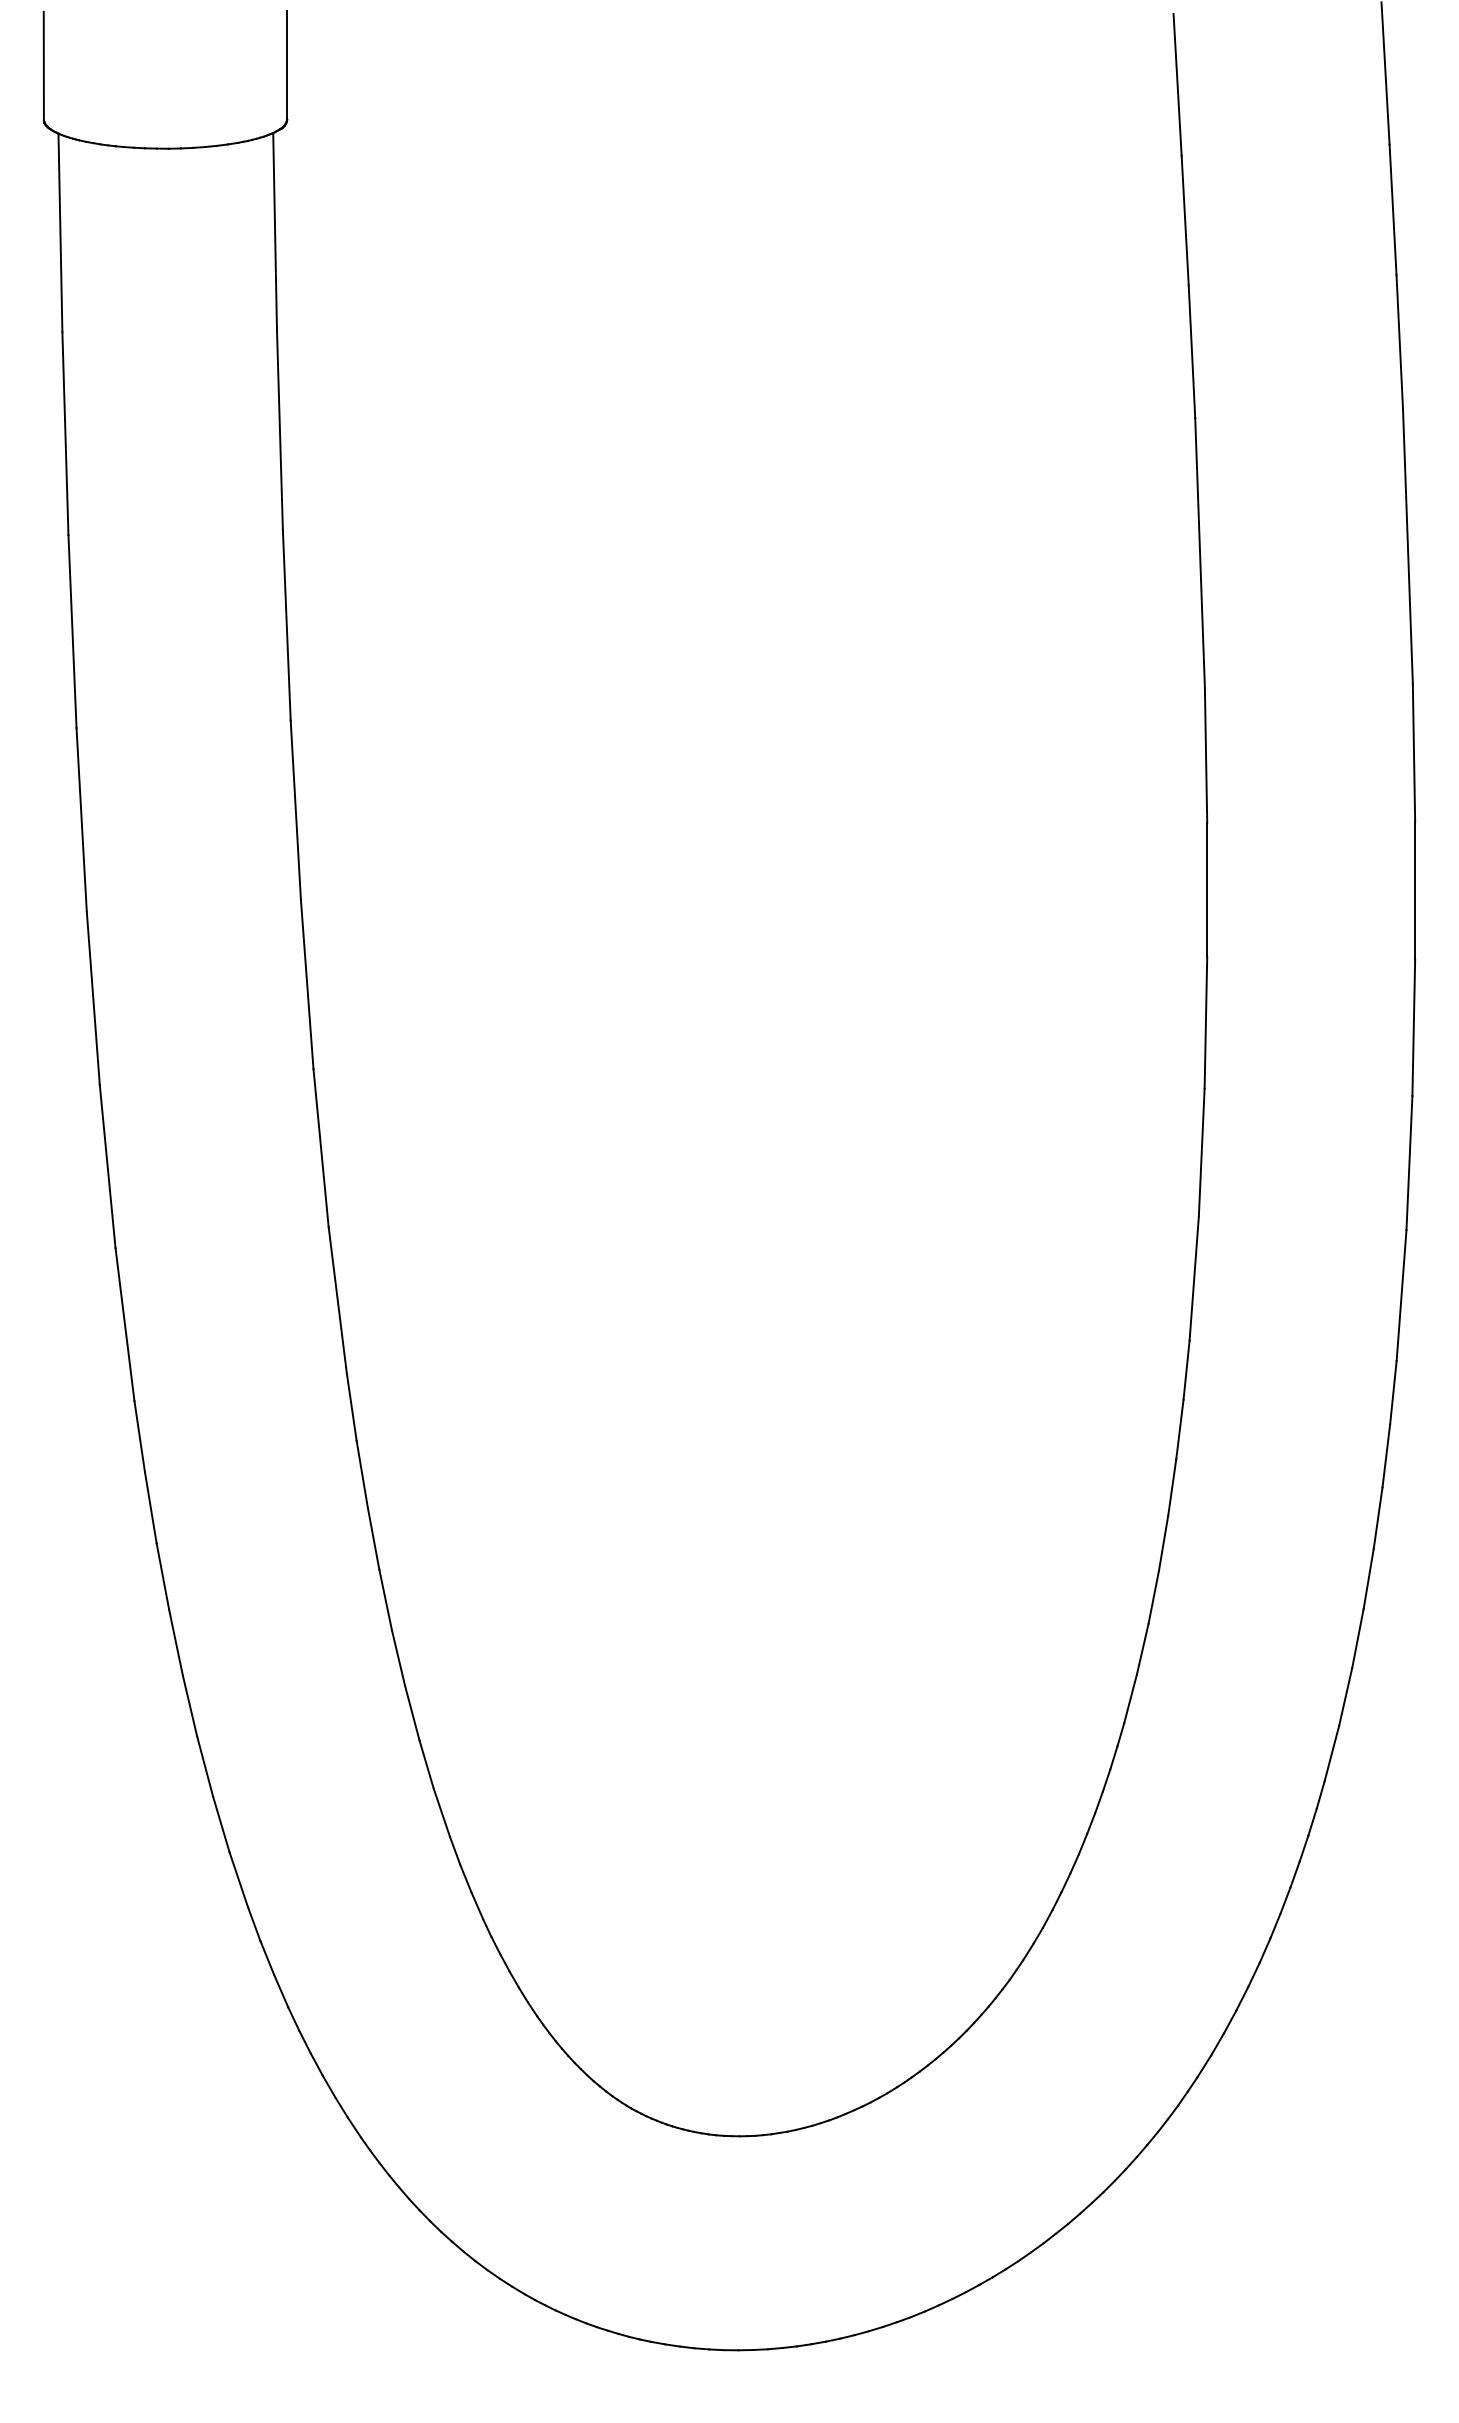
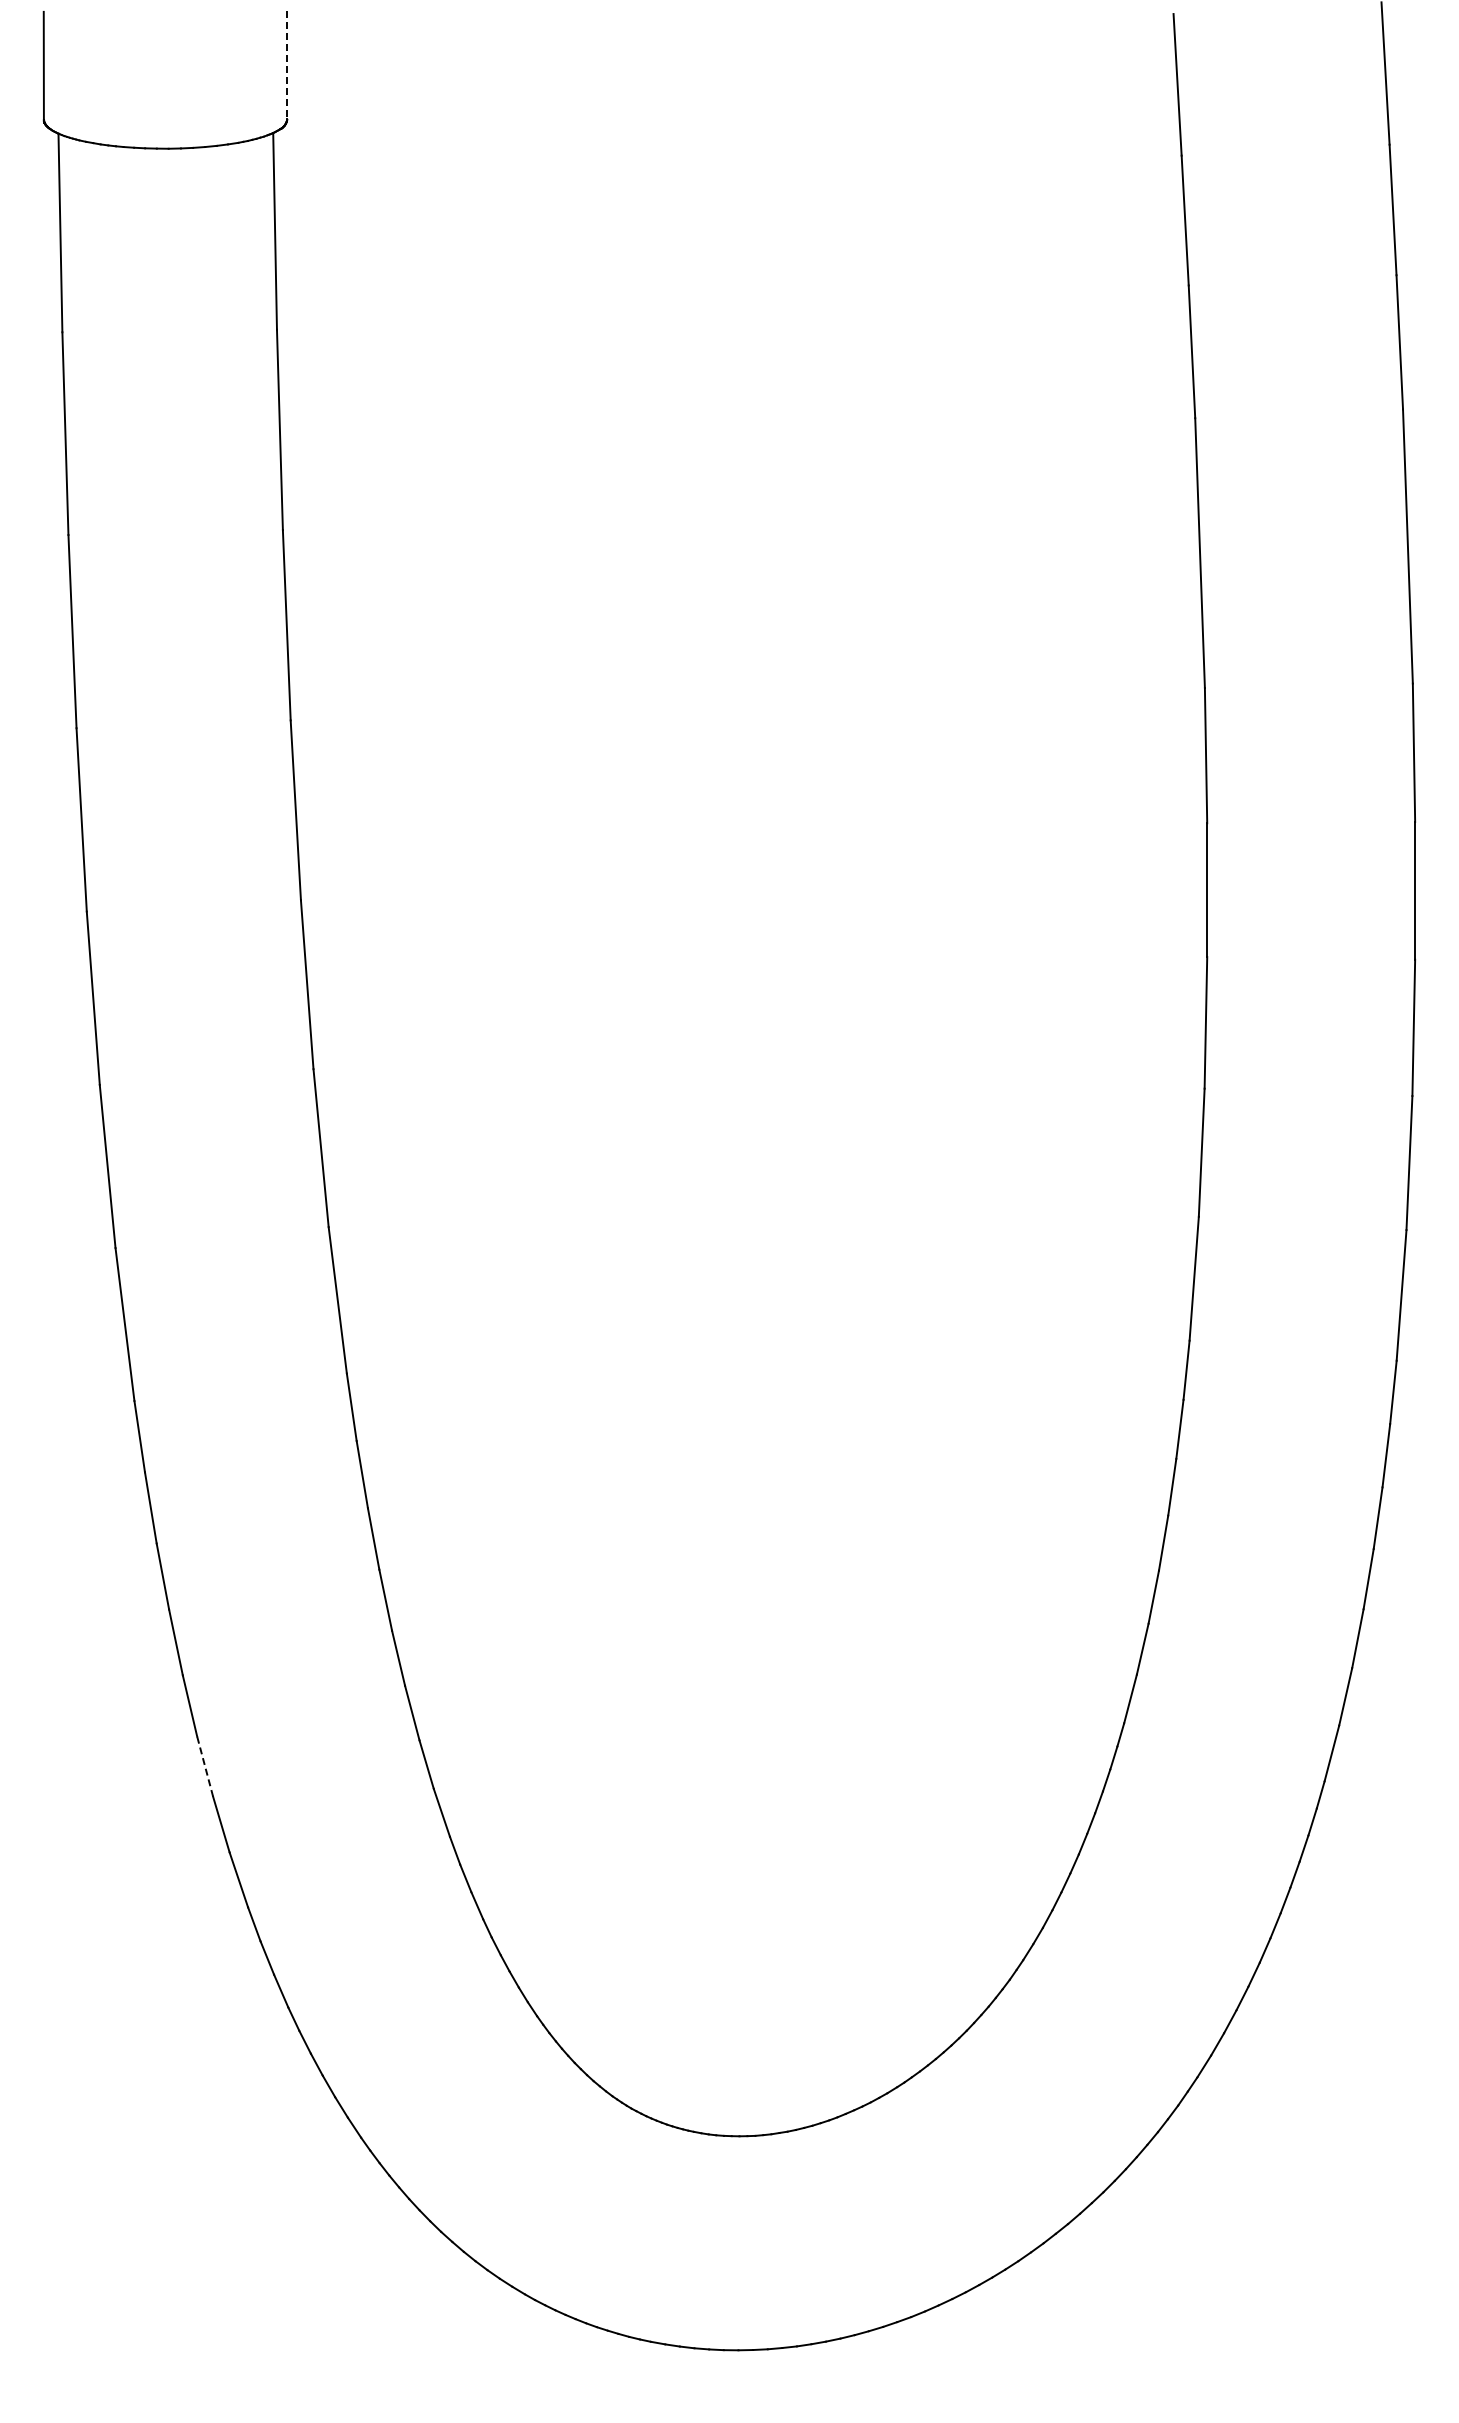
line at (287, 65): solid -> dashed
line at (205, 1766): solid -> dashed
